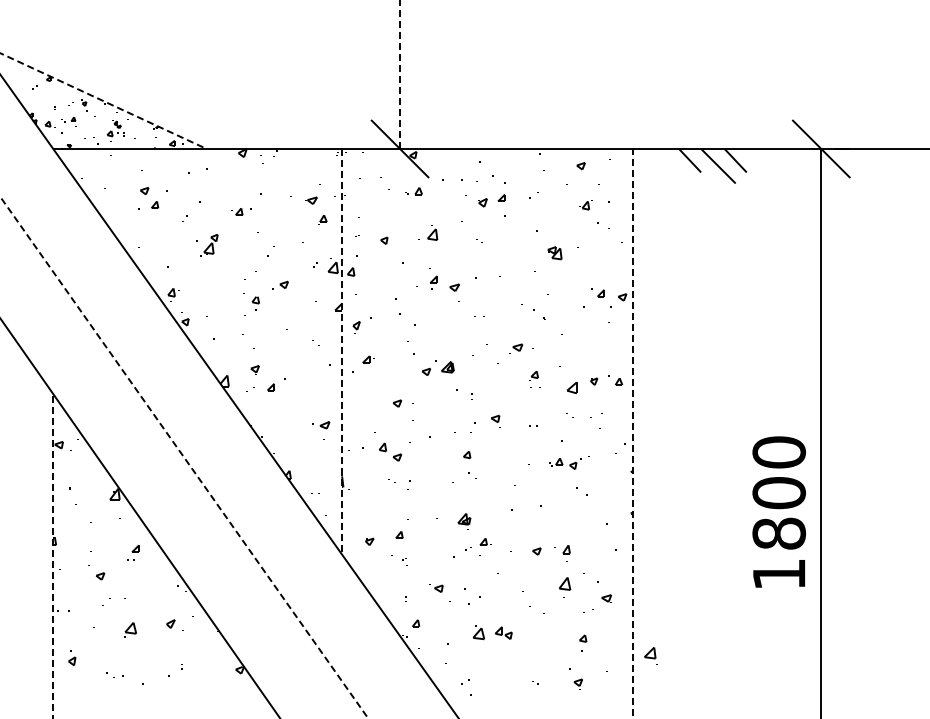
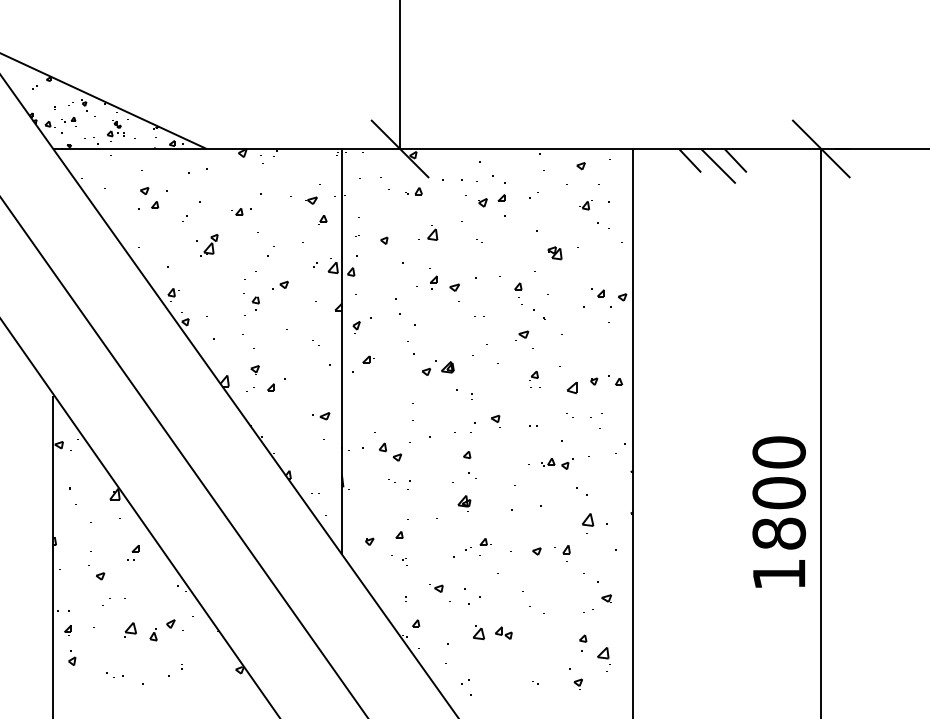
line at (400, 74): dashed -> solid
line at (103, 101): dashed -> solid
part at (518, 289): none -> present
part at (516, 348) position: (516, 348) -> (522, 335)
line at (342, 352): dashed -> solid
part at (397, 403): present -> none
part at (321, 425) position: (321, 425) -> (321, 416)
line at (633, 433): dashed -> solid
line at (184, 457): dashed -> solid
part at (565, 463) position: (565, 463) -> (557, 463)
part at (464, 521) position: (464, 521) -> (464, 503)
line at (53, 557): dashed -> solid
part at (565, 587) position: (565, 587) -> (588, 523)
part at (67, 630): none -> present
part at (153, 634): none -> present
part at (650, 655) position: (650, 655) -> (603, 655)
